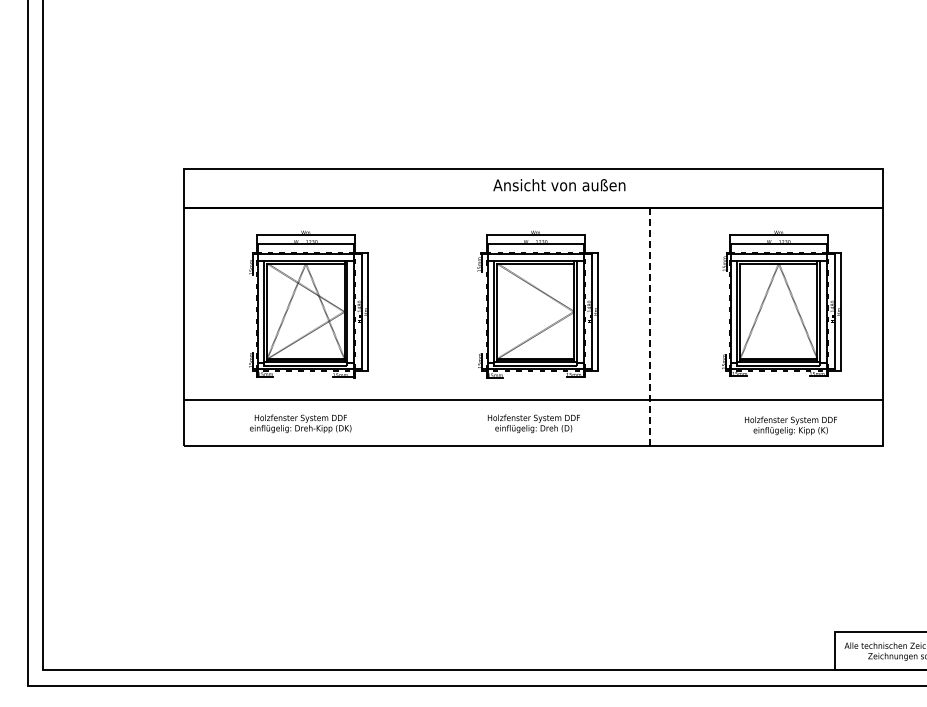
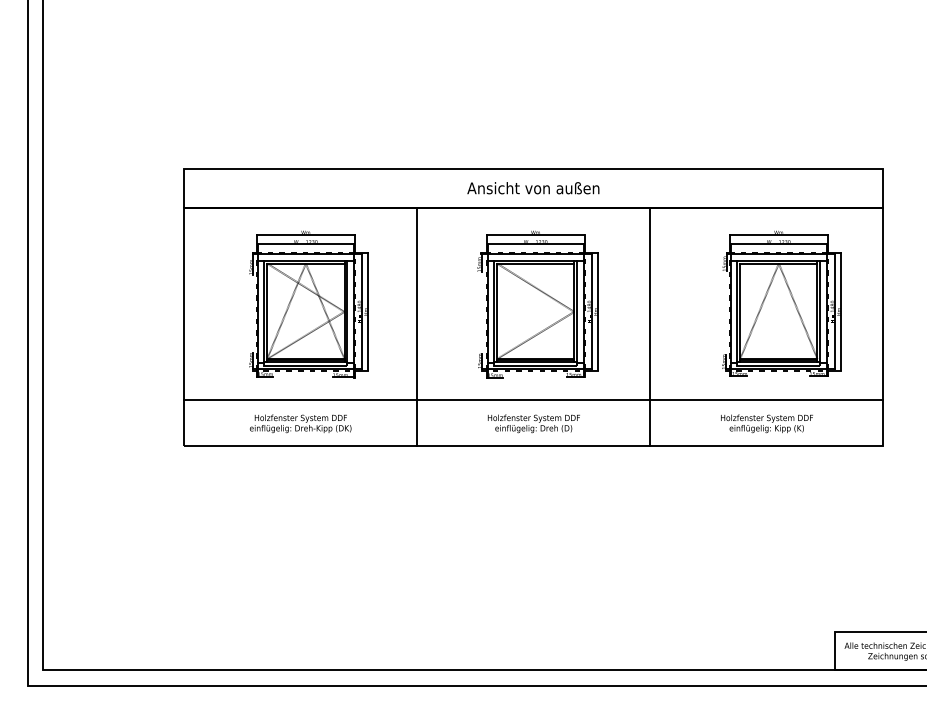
text at (559, 185) position: (559, 185) -> (533, 188)
line at (417, 326): none -> present
line at (650, 326): dashed -> solid
text at (790, 425) position: (790, 425) -> (766, 423)
